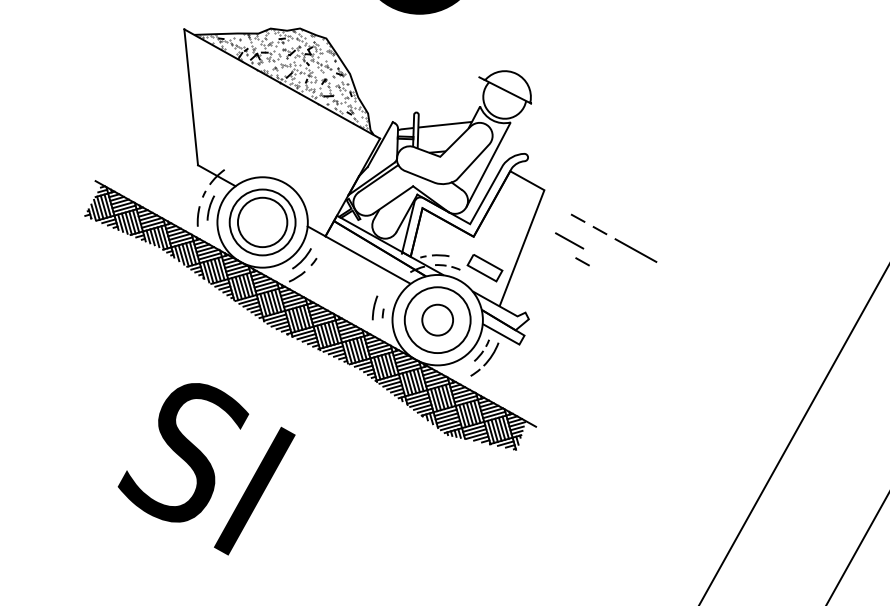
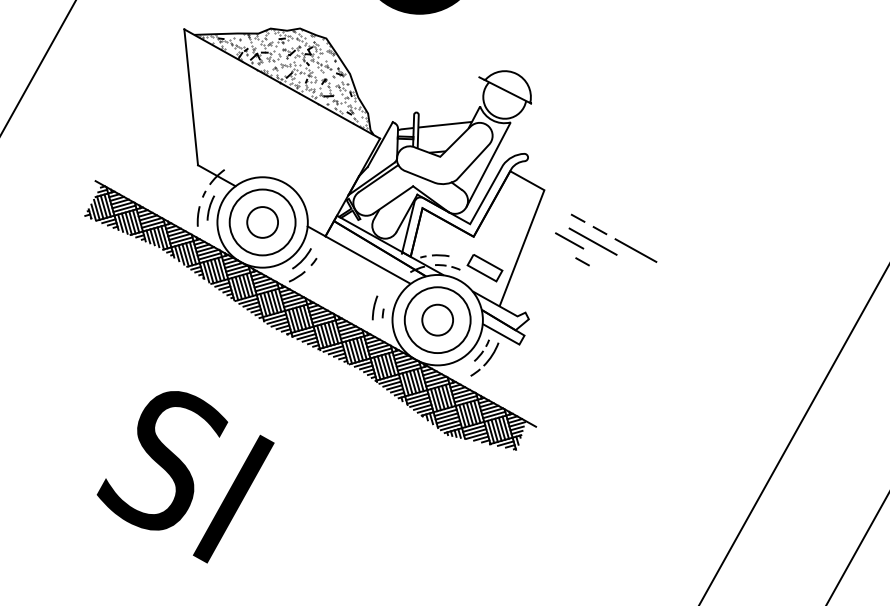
line at (38, 67): none -> present
circle at (262, 222) diameter: 49 px -> 31 px
line at (592, 241): none -> present
text at (206, 469) position: (206, 469) -> (185, 477)
